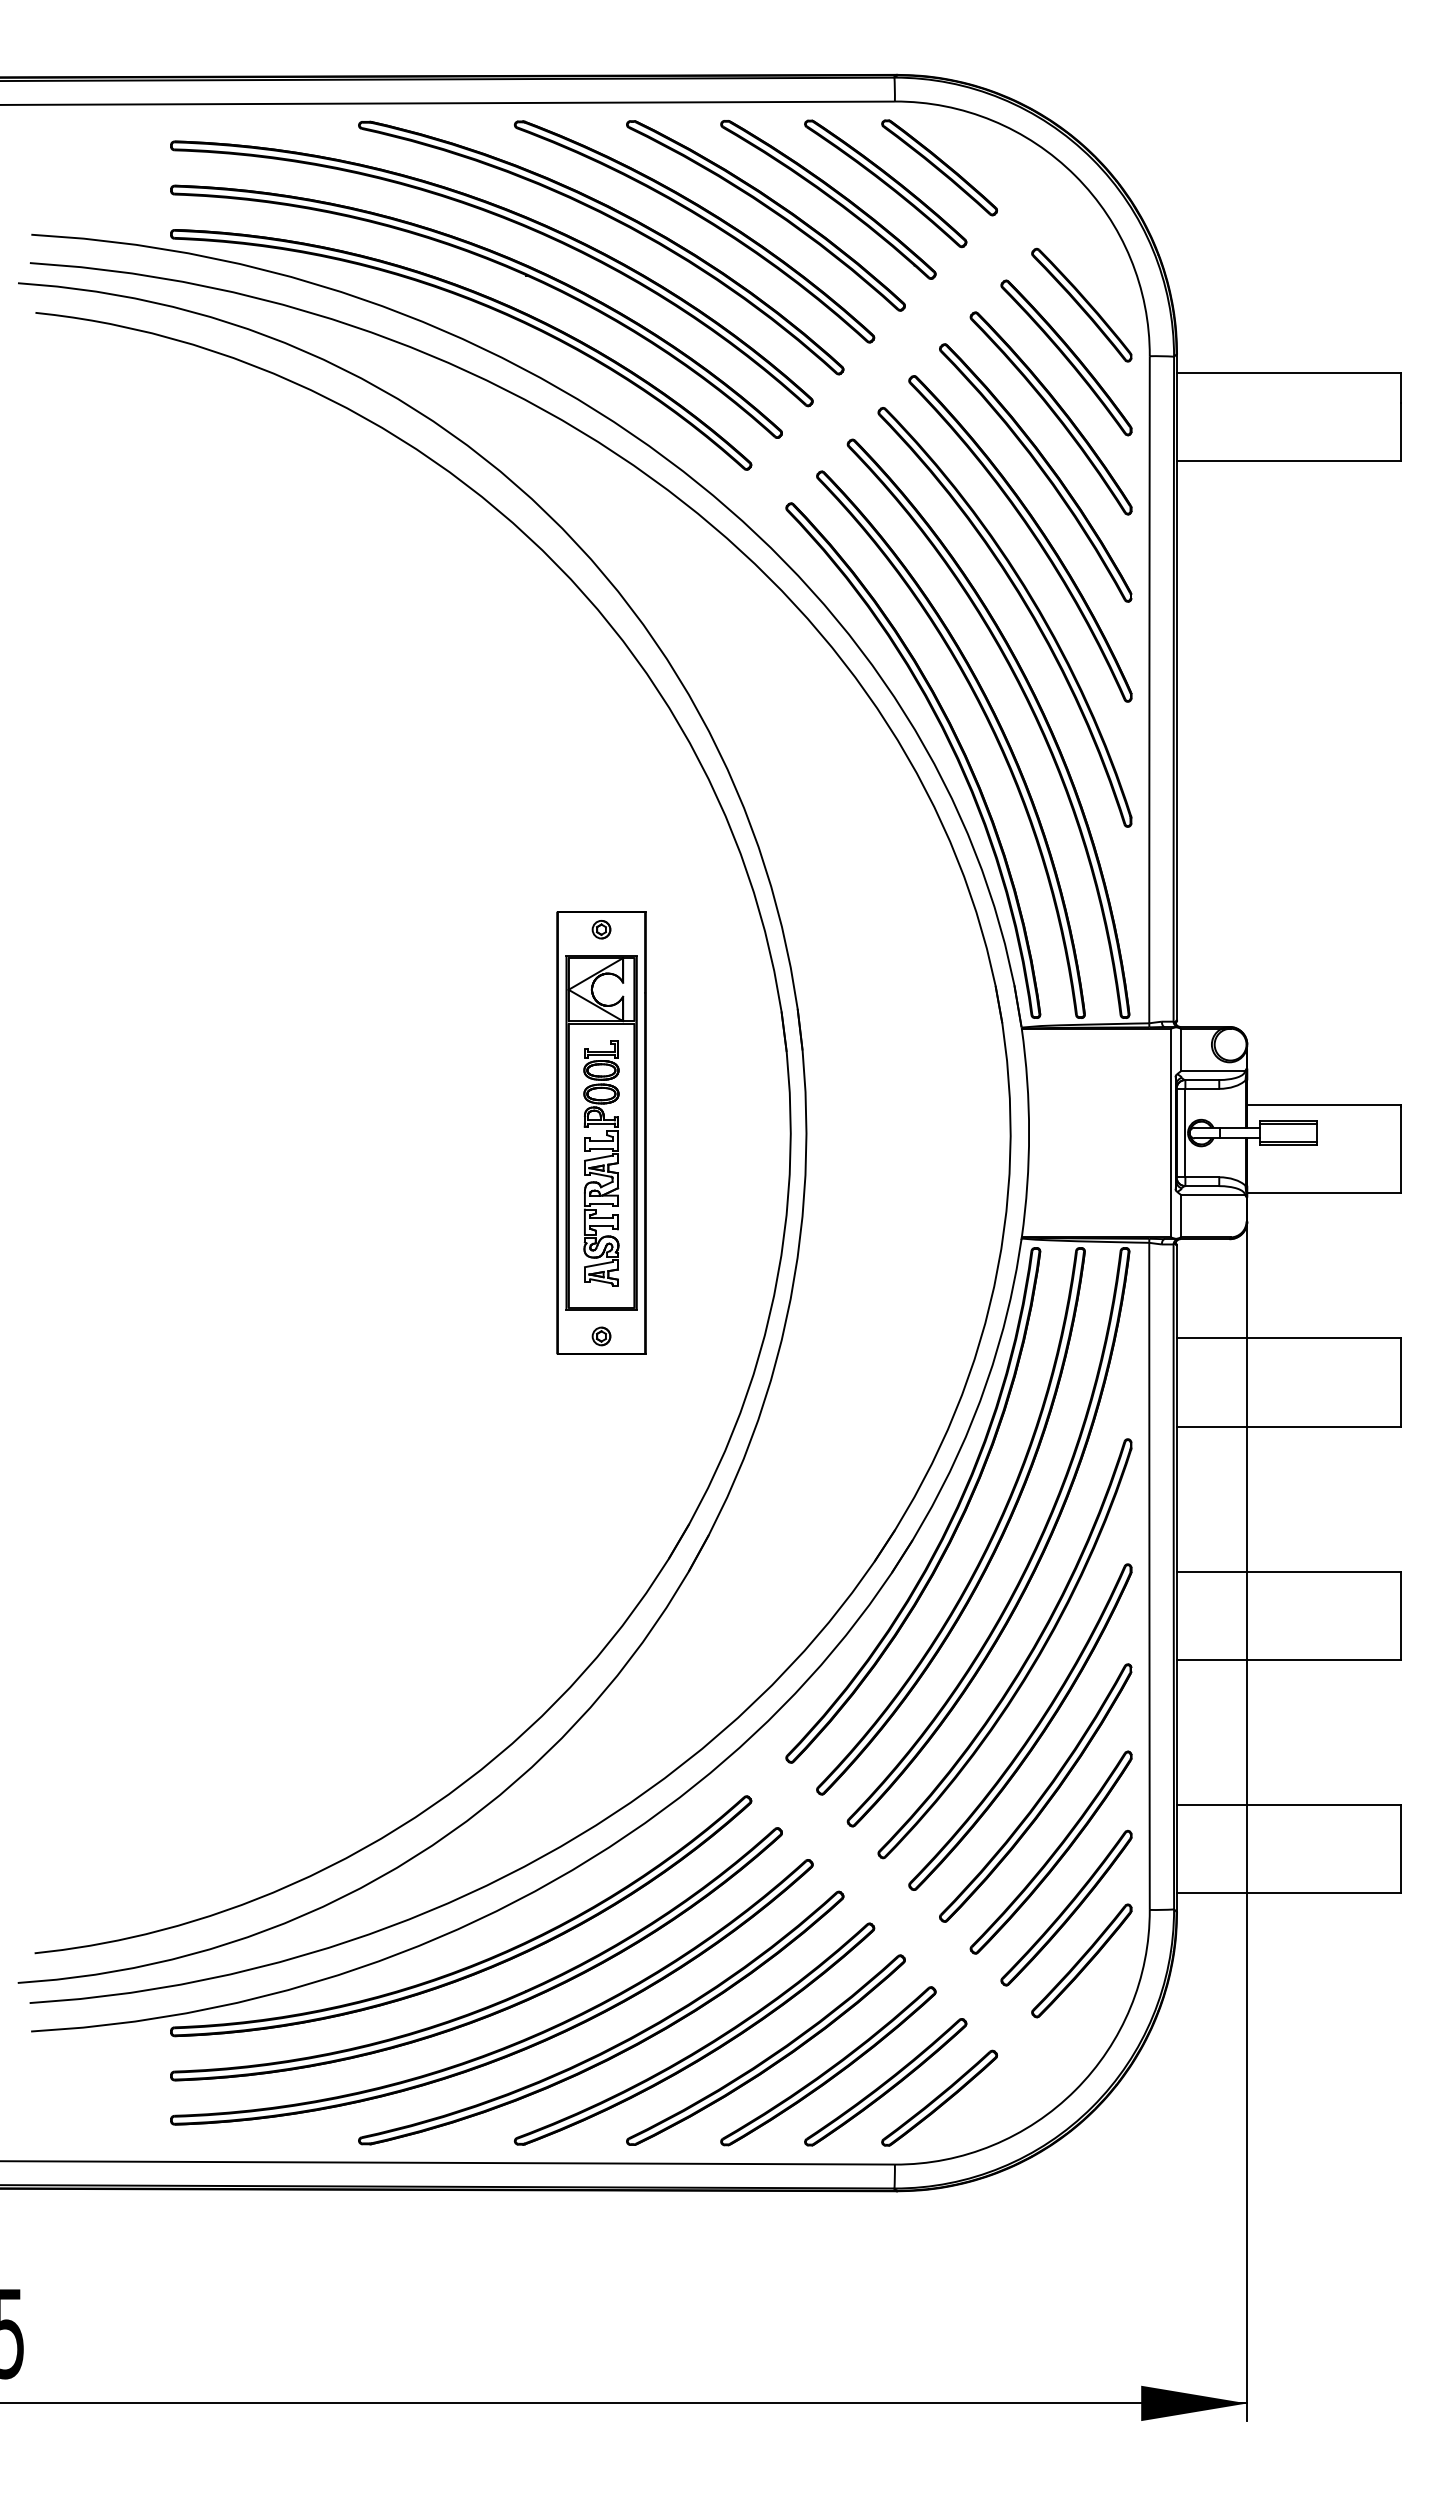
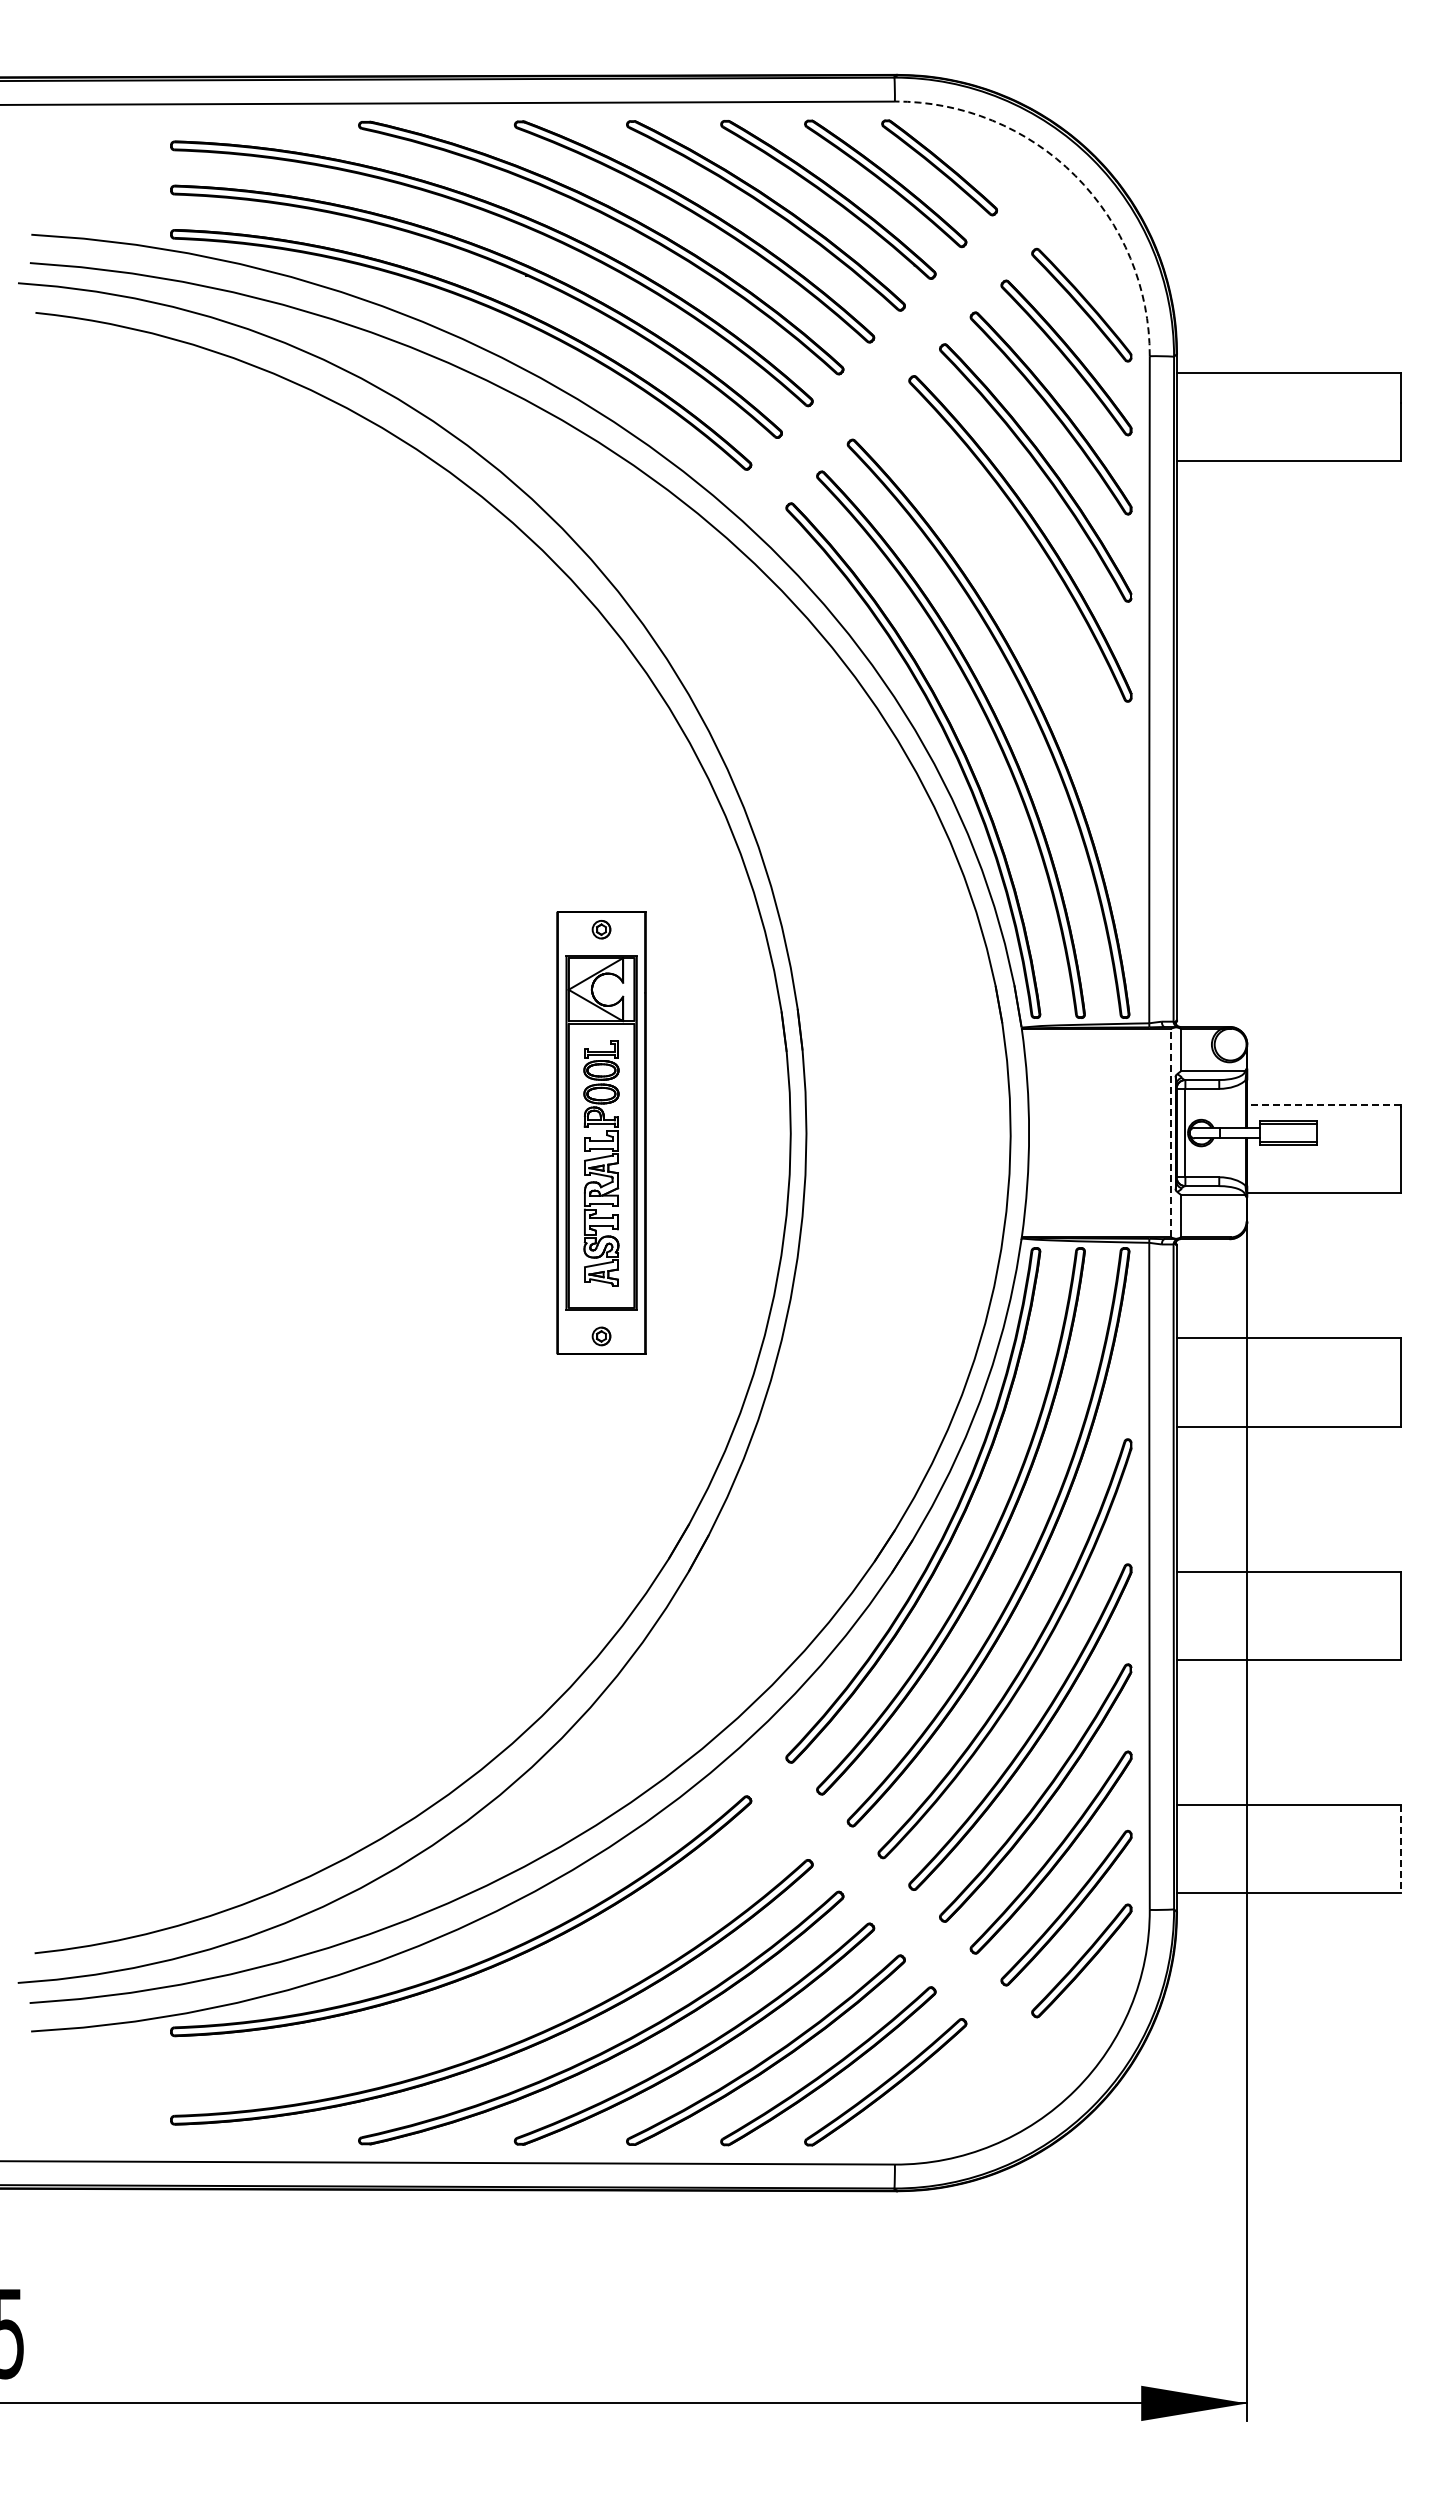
arc at (1075, 175): solid -> dashed
part at (1024, 605): present -> none
line at (1324, 1104): solid -> dashed
line at (1170, 1132): solid -> dashed
line at (1400, 1849): solid -> dashed
part at (493, 2003): present -> none
part at (939, 2097): present -> none
